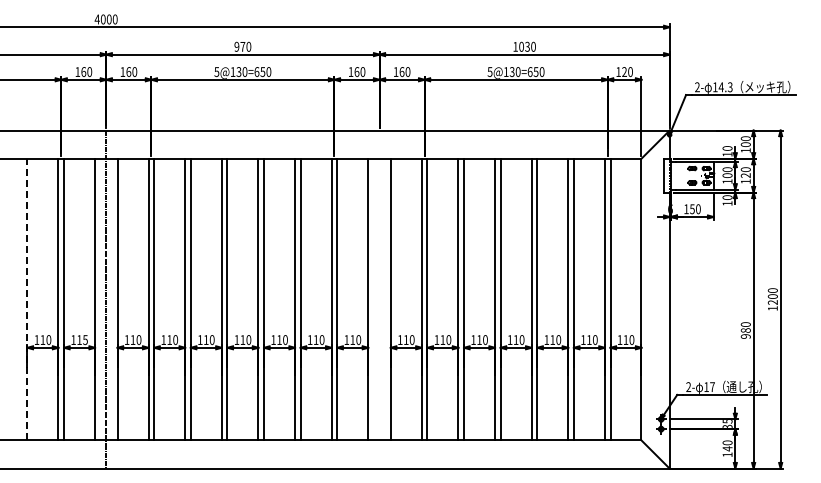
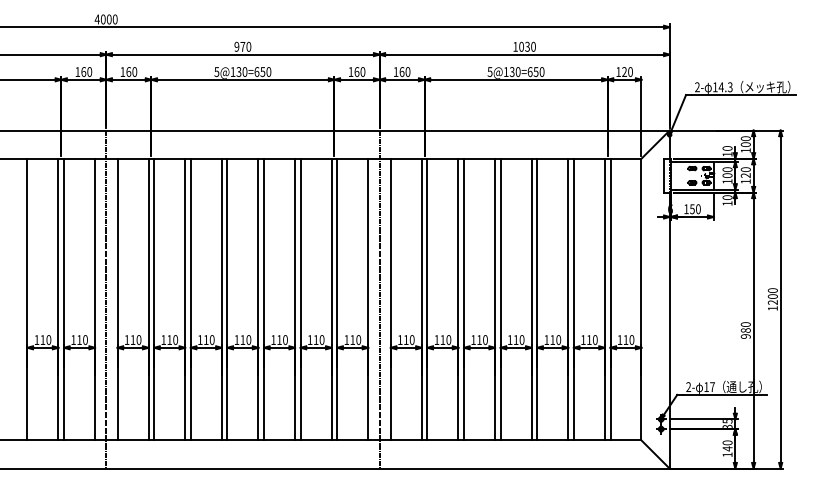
line at (27, 299): dashed -> solid
line at (379, 299): none -> present
text at (85, 339): 115 -> 110
